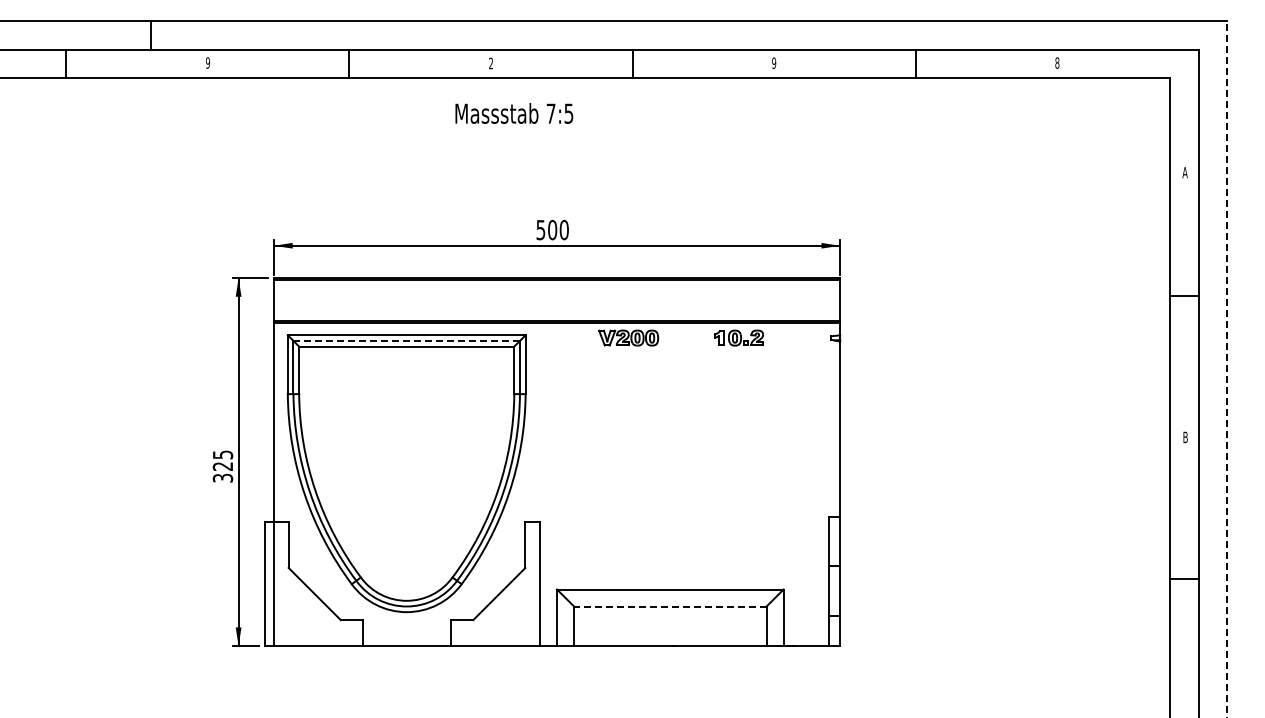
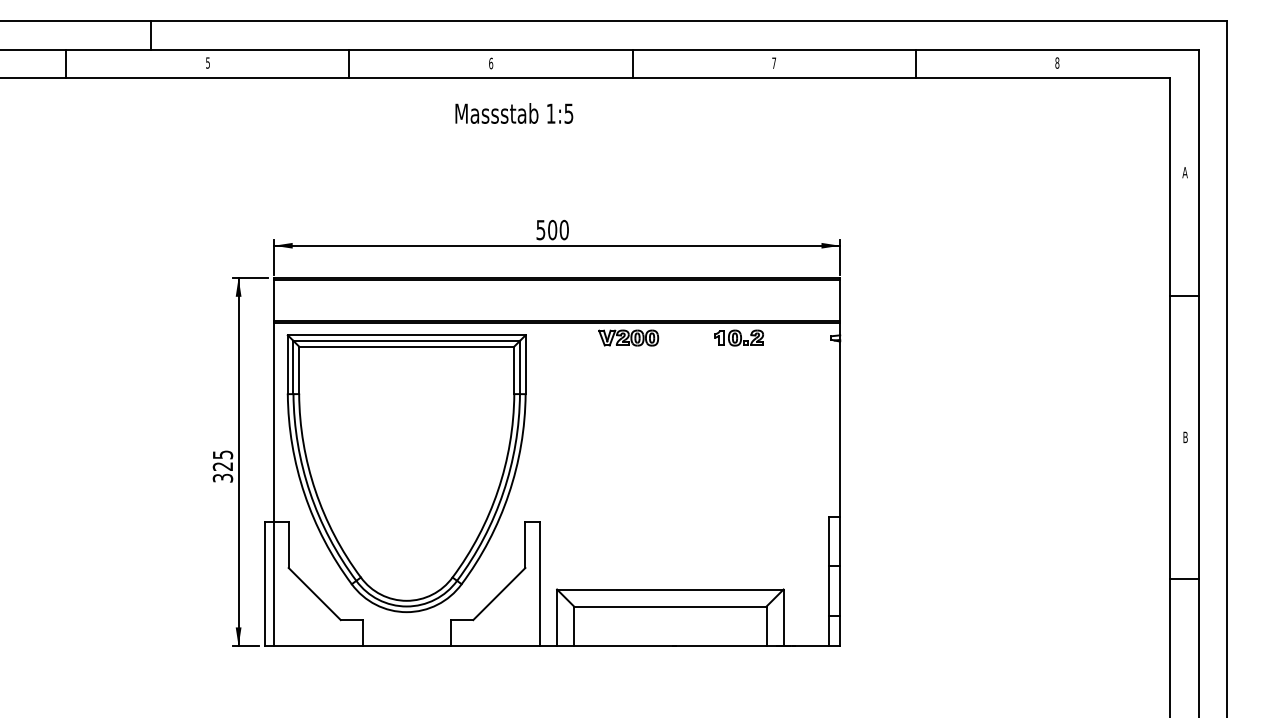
text at (208, 62): 9 -> 5
text at (774, 62): 9 -> 7
text at (491, 63): 2 -> 6
text at (550, 113): 7:5 -> 1:5
line at (407, 340): dashed -> solid
line at (1227, 369): dashed -> solid
line at (669, 606): dashed -> solid
